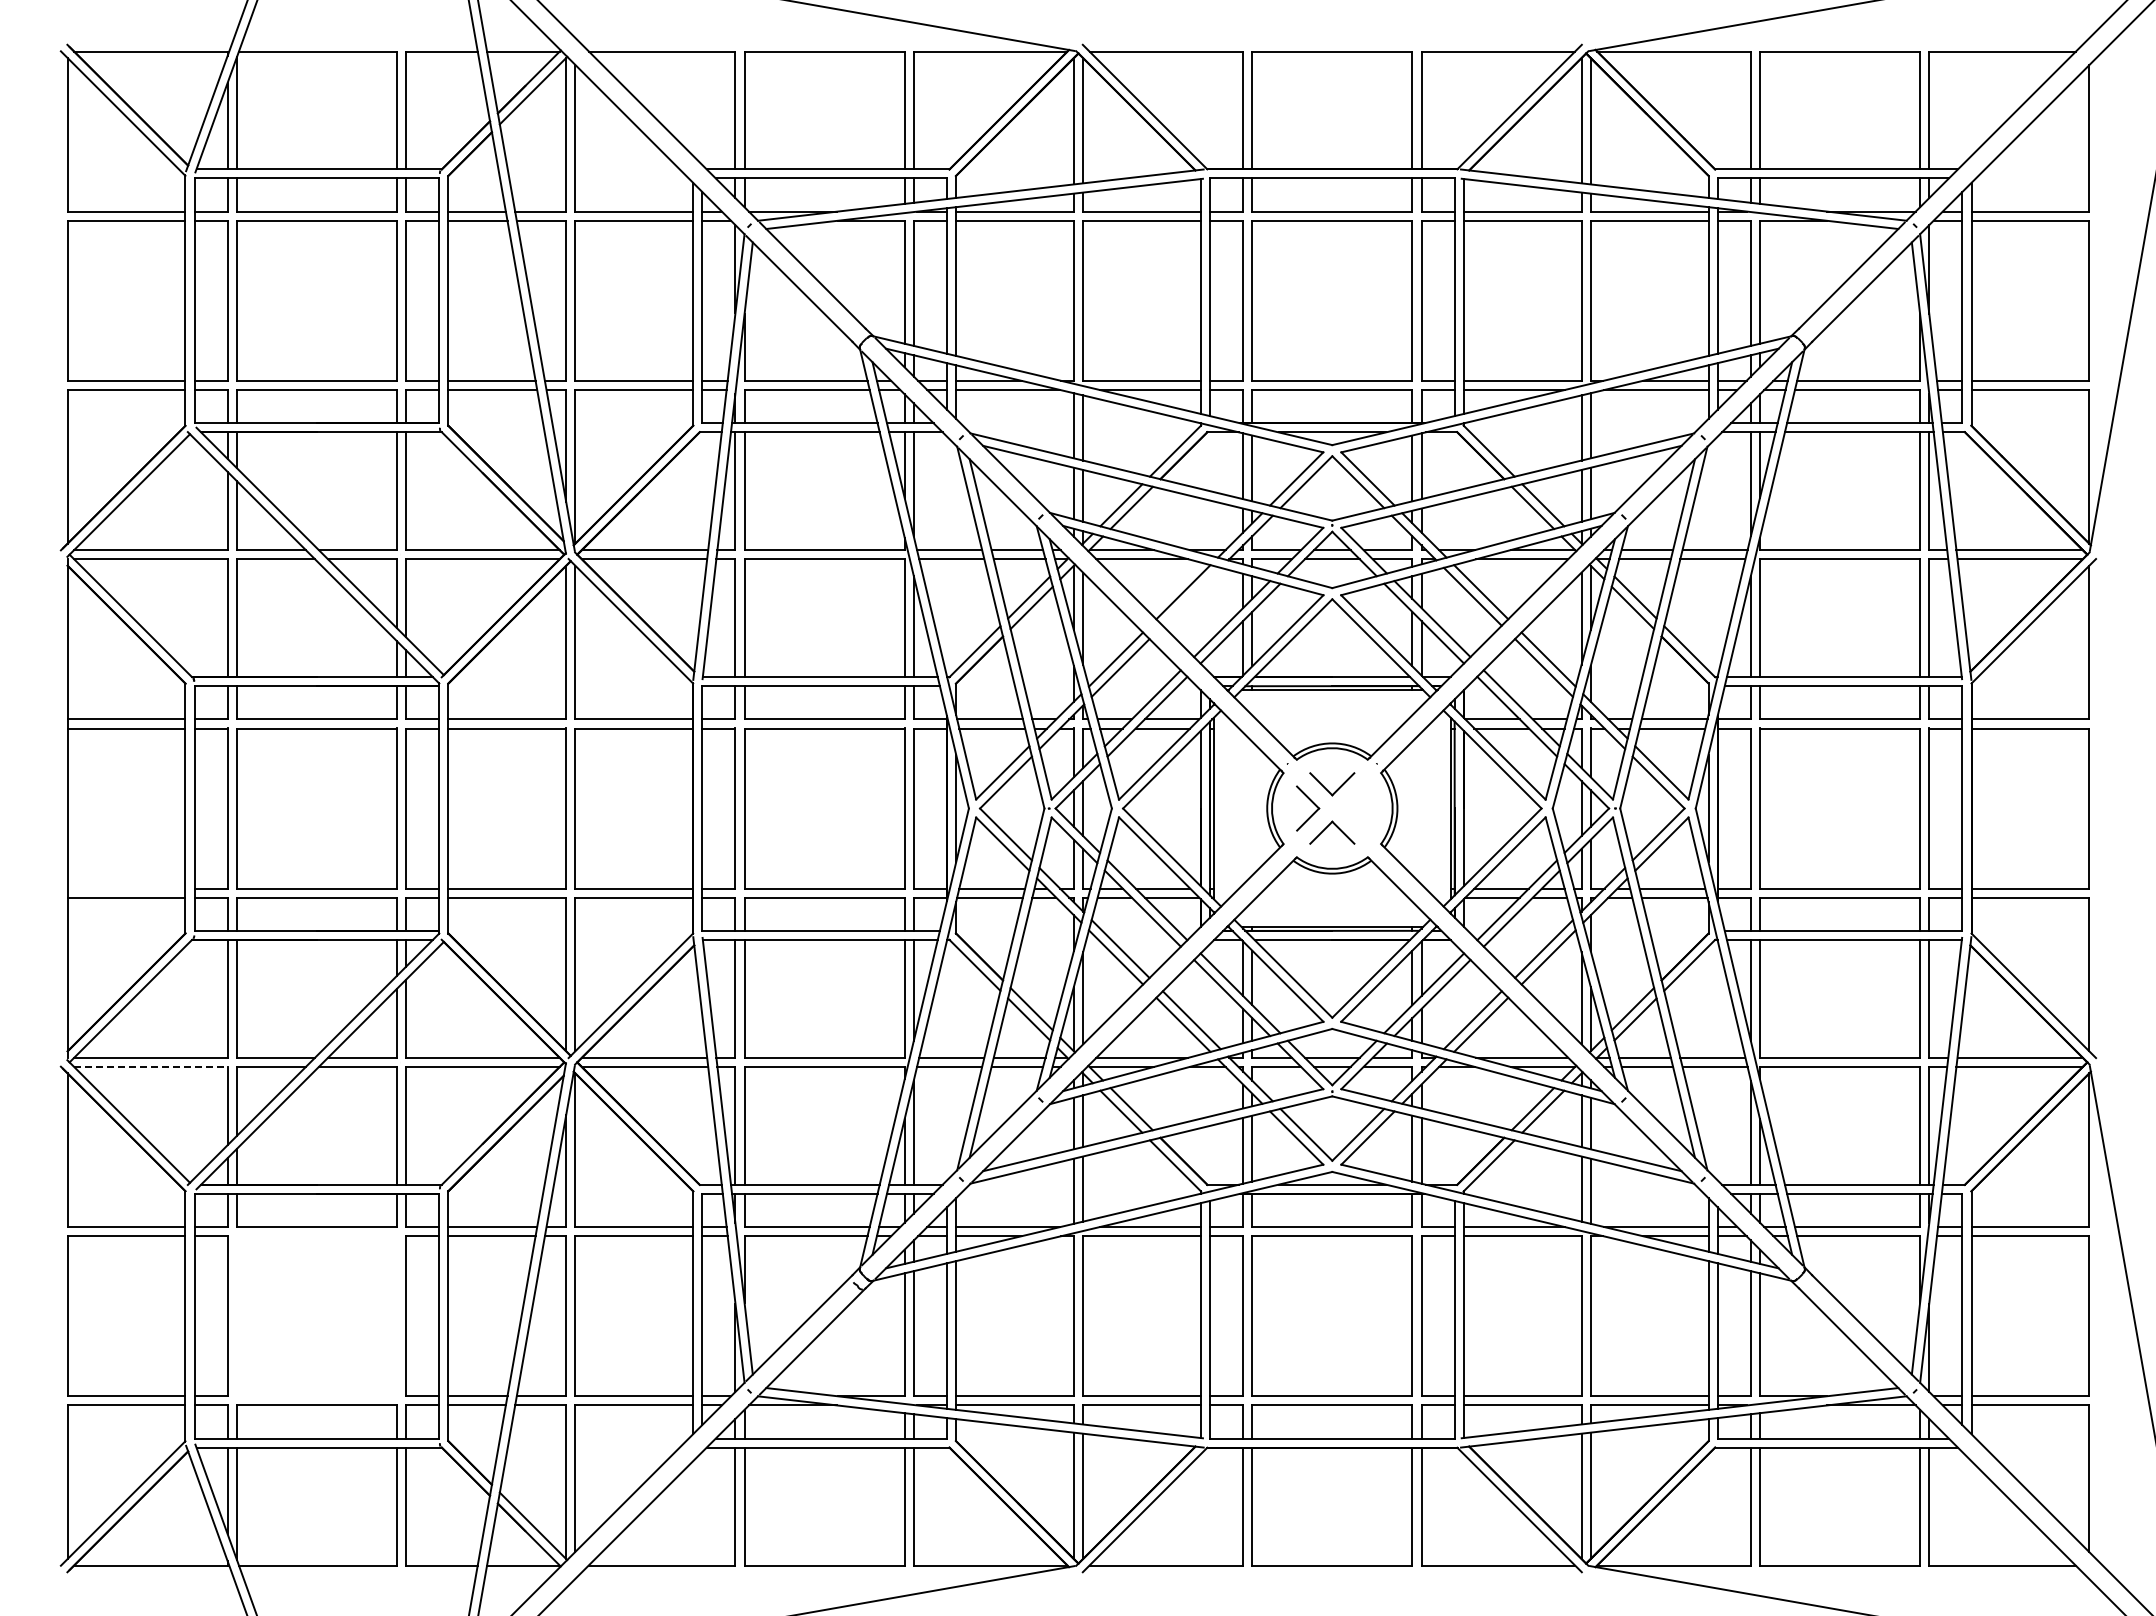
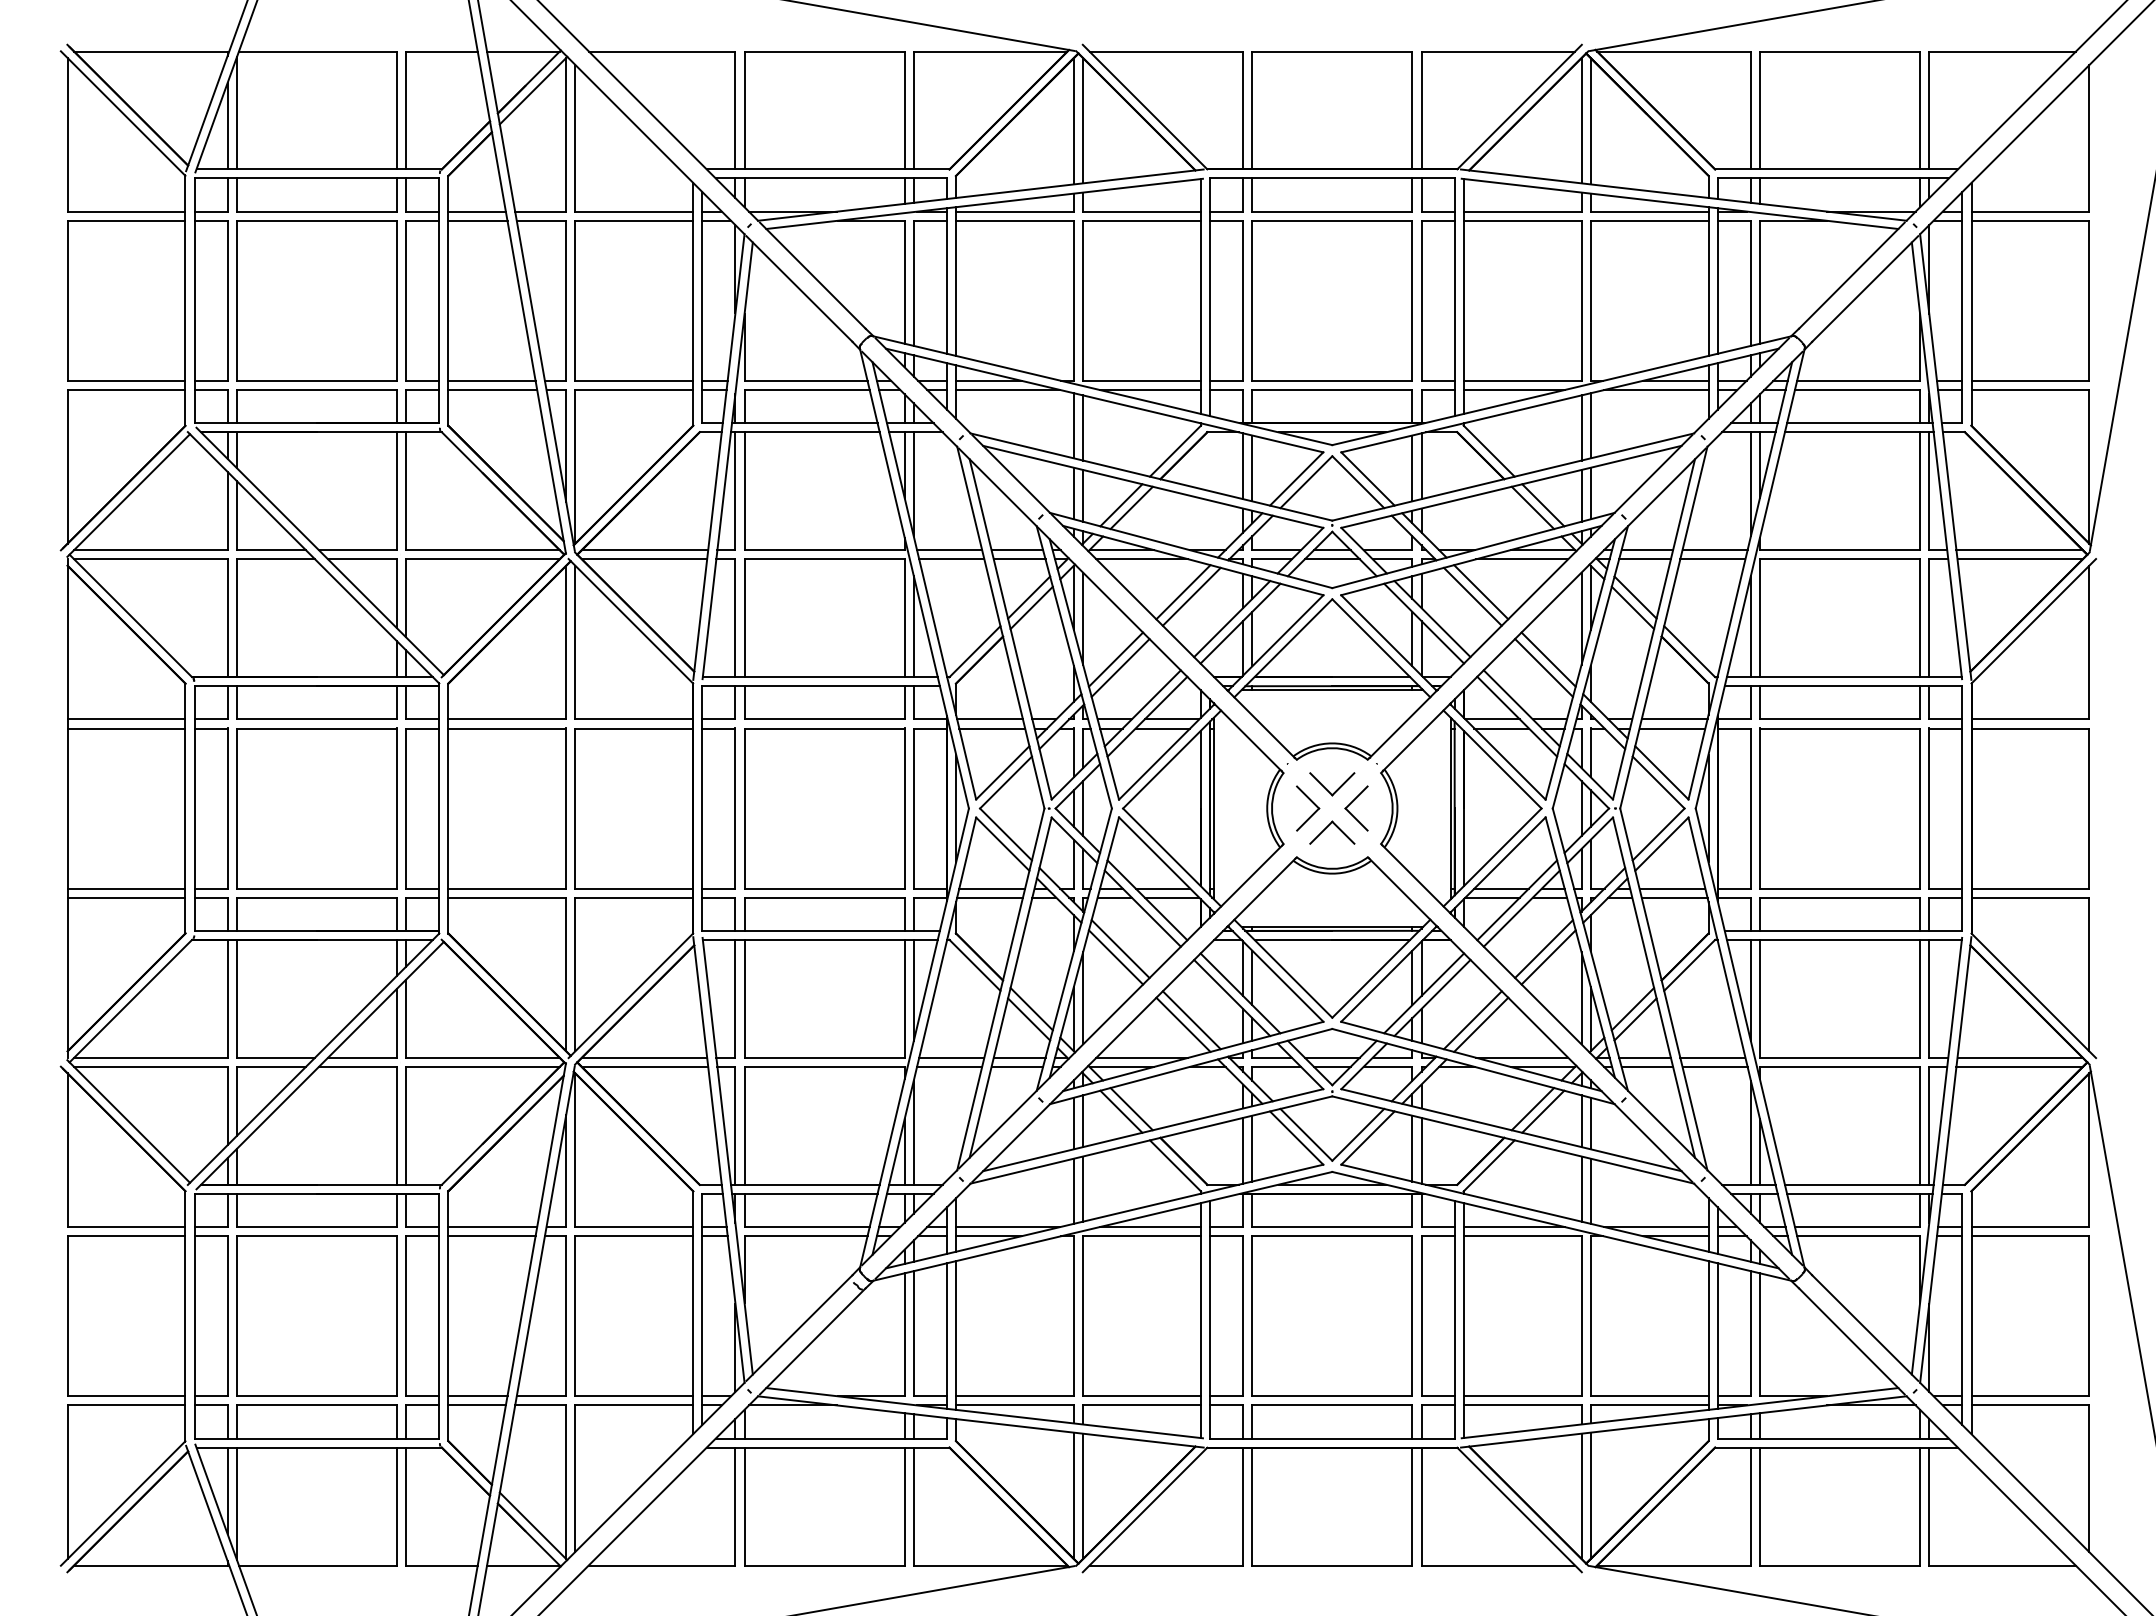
line at (1191, 596): none -> present
part at (1351, 803): none -> present
line at (126, 888): none -> present
line at (150, 1066): dashed -> solid
part at (316, 1315): none -> present
